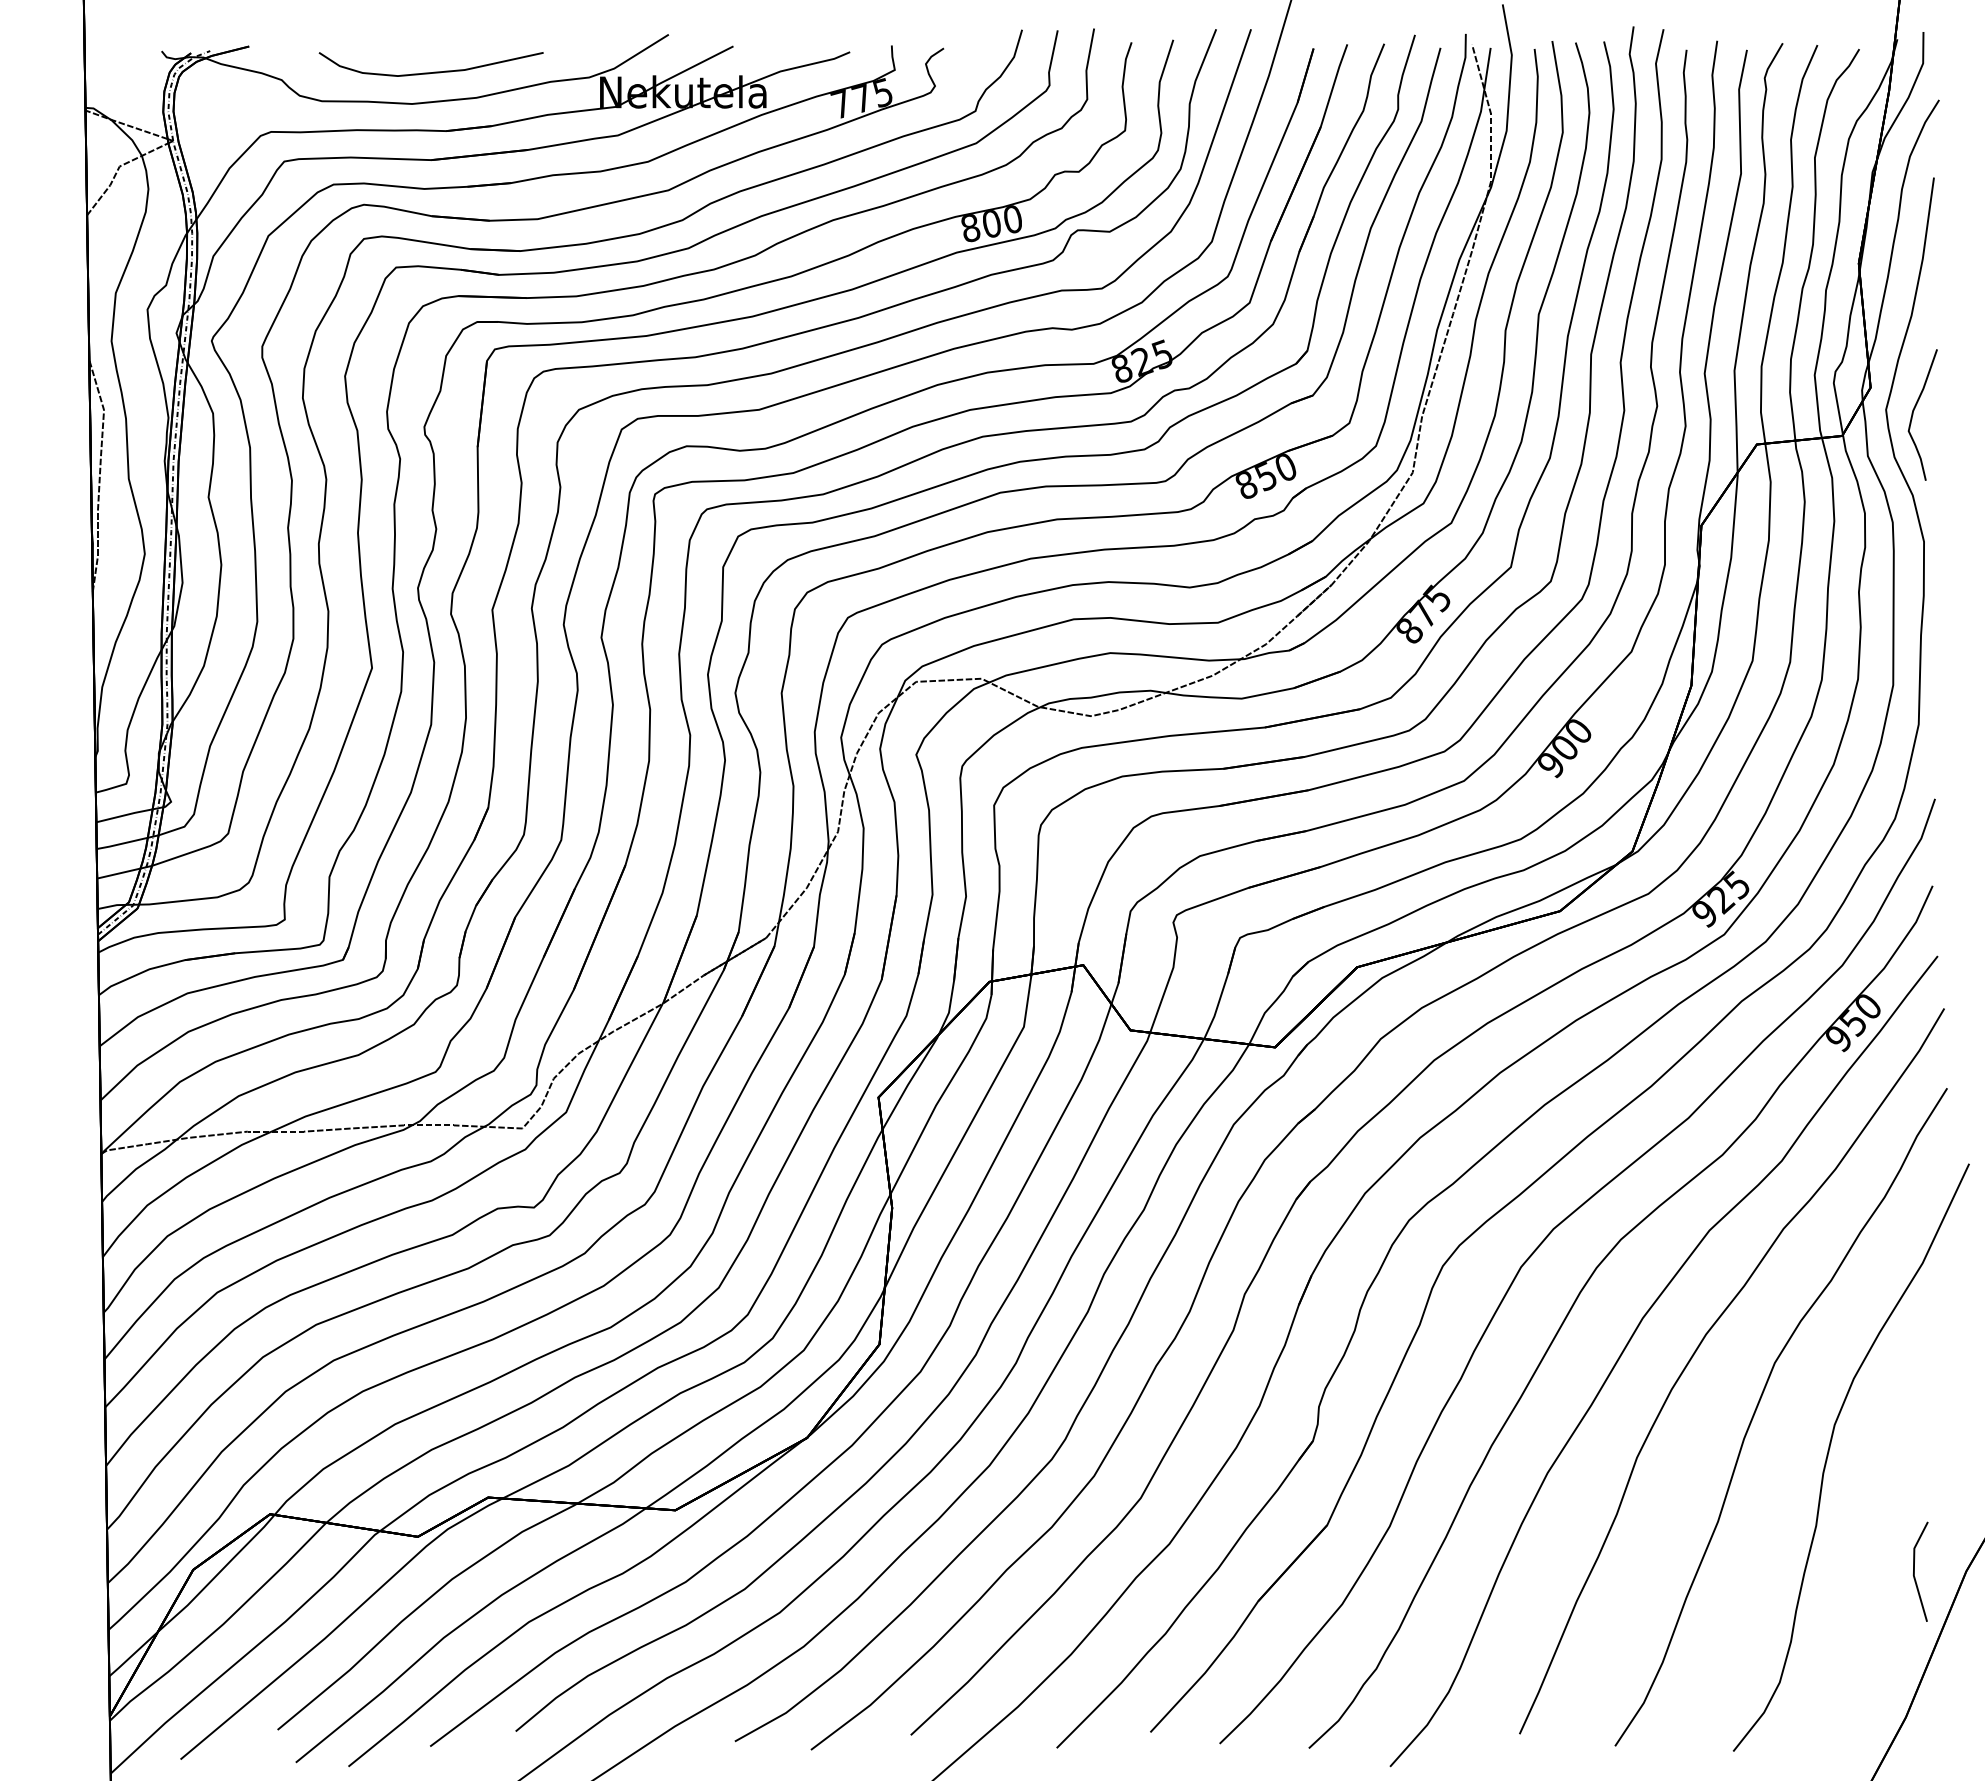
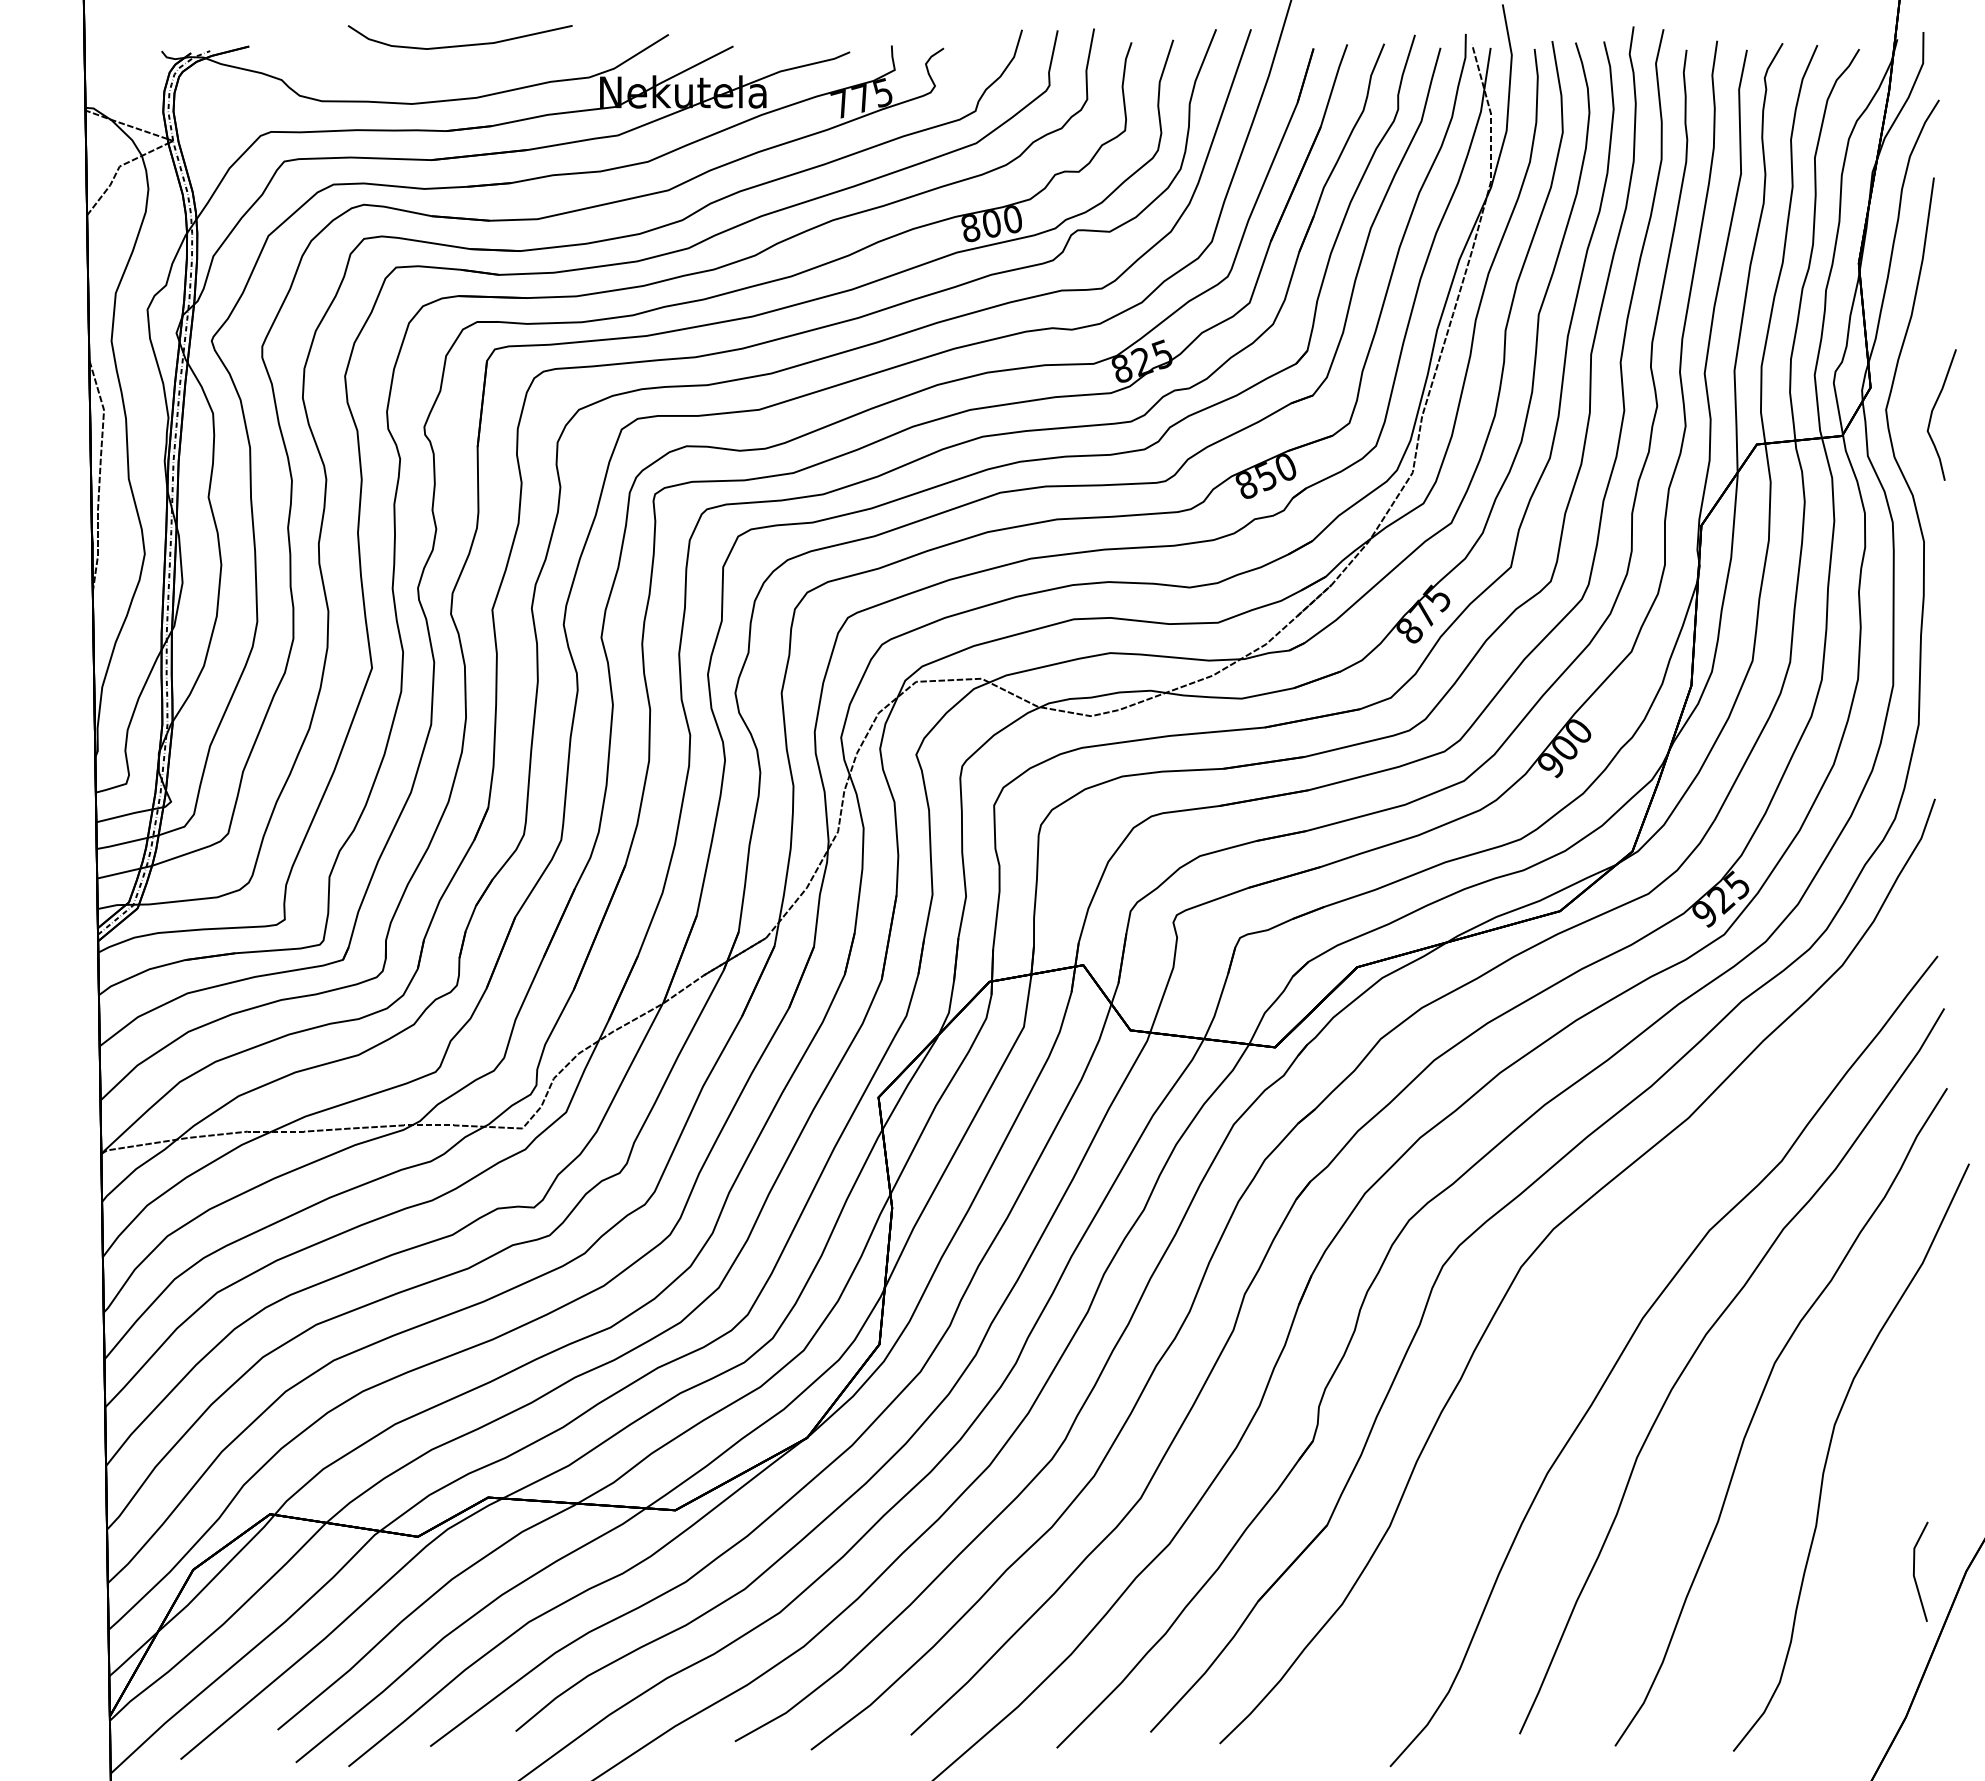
curve at (430, 72) position: (430, 72) -> (459, 45)
curve at (1914, 410) position: (1914, 410) -> (1933, 410)
part at (1582, 1291): present -> none
